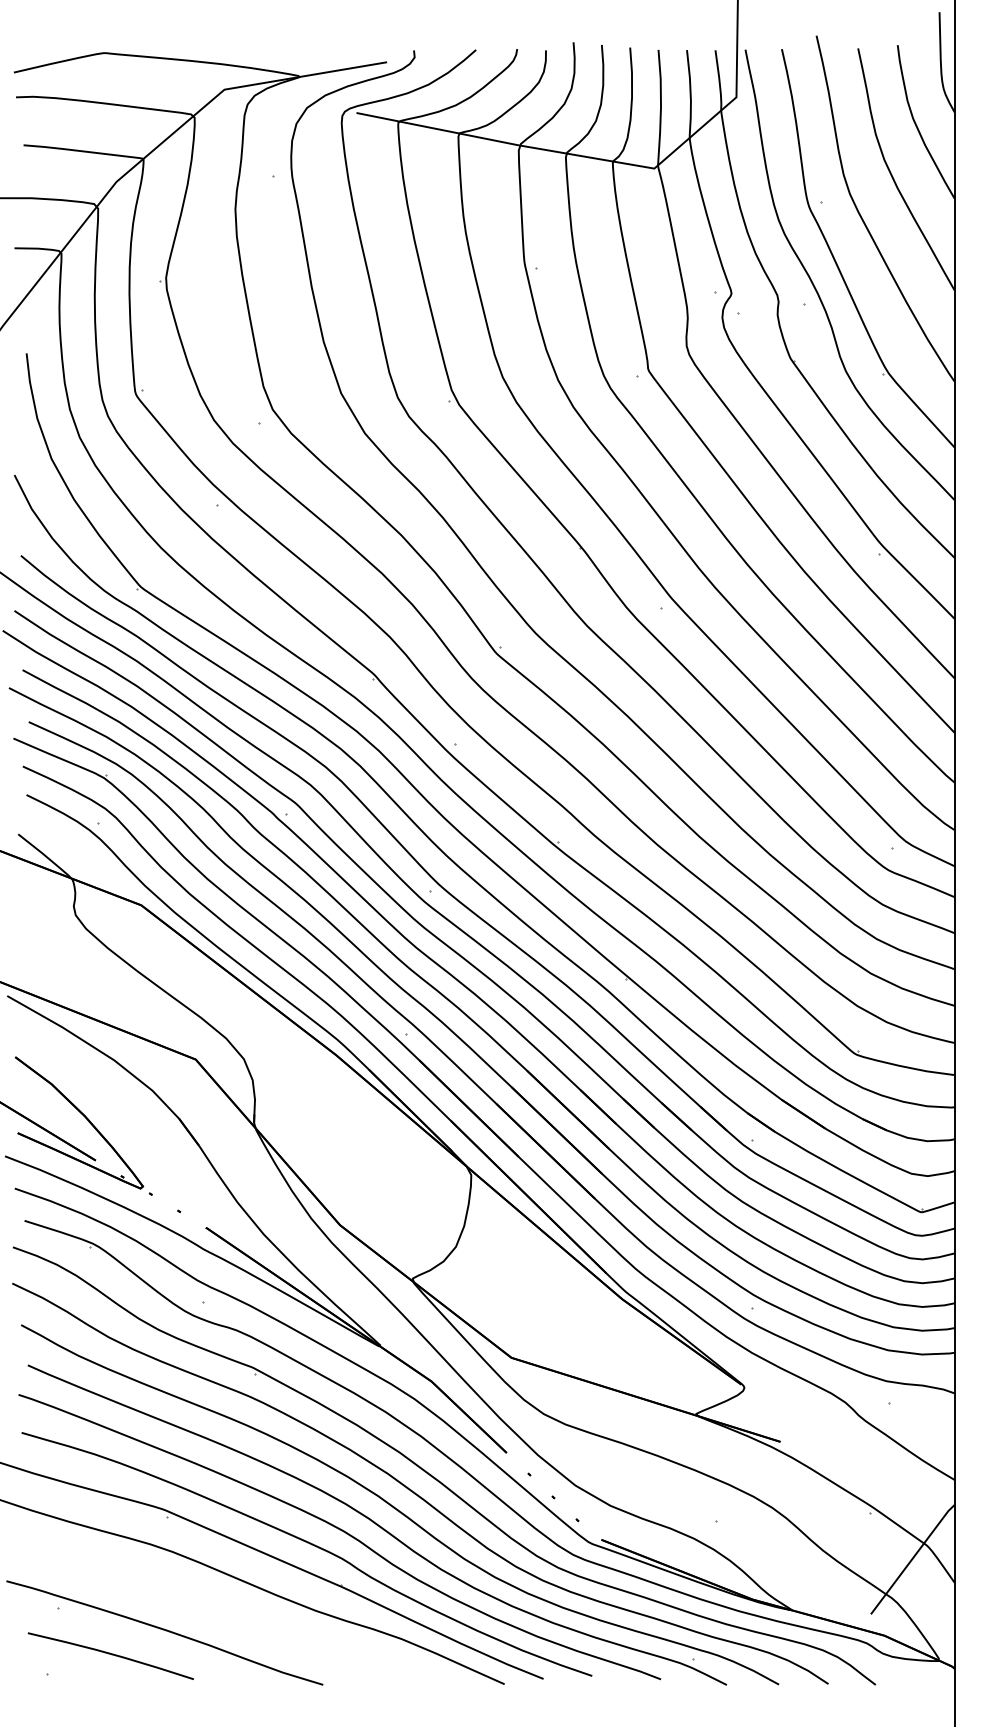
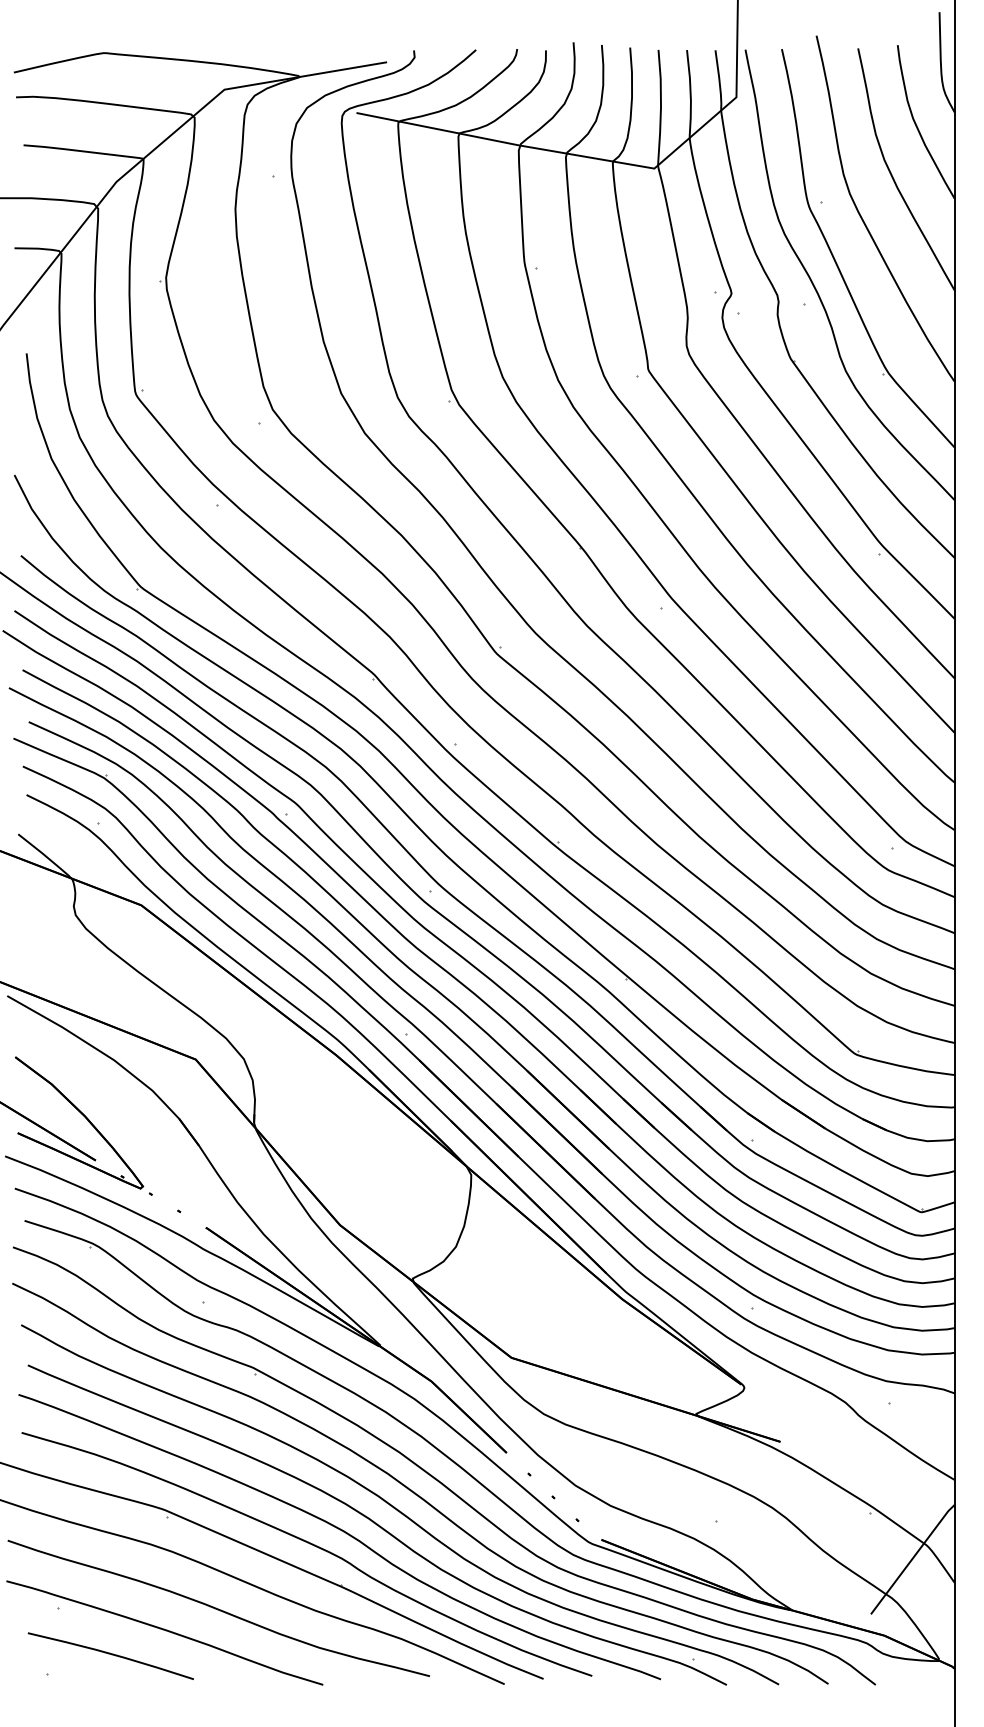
curve at (218, 1608): none -> present
